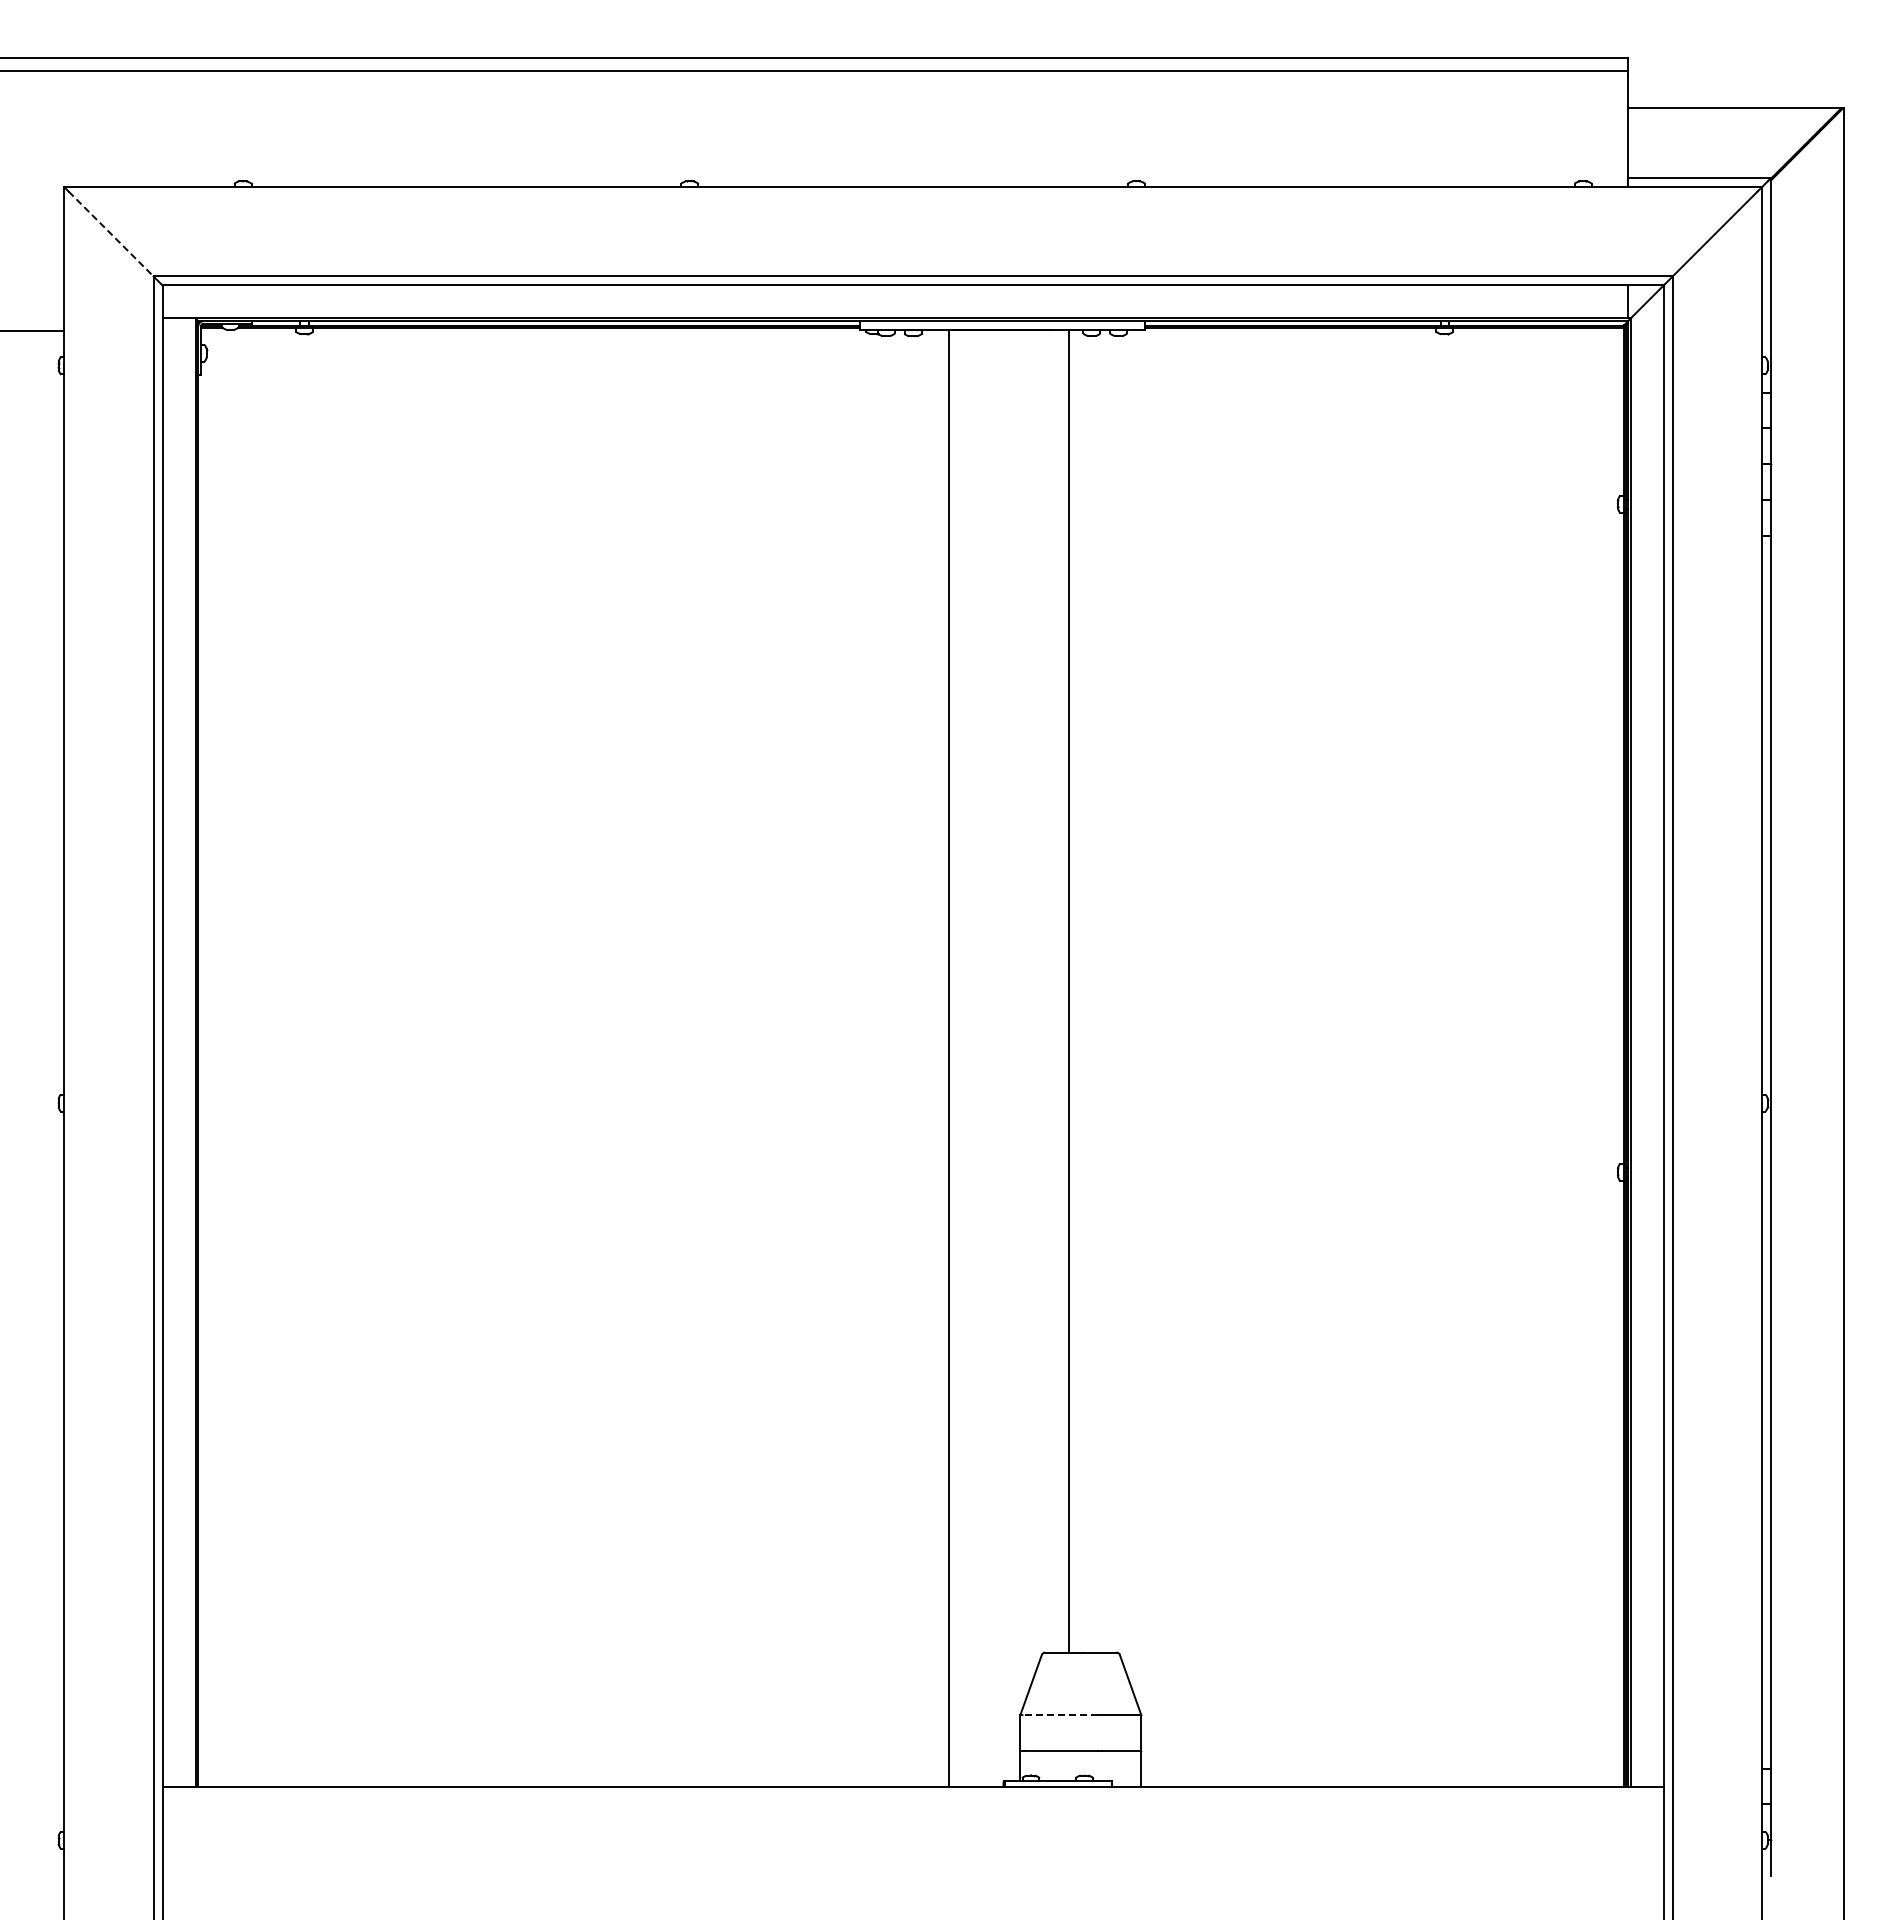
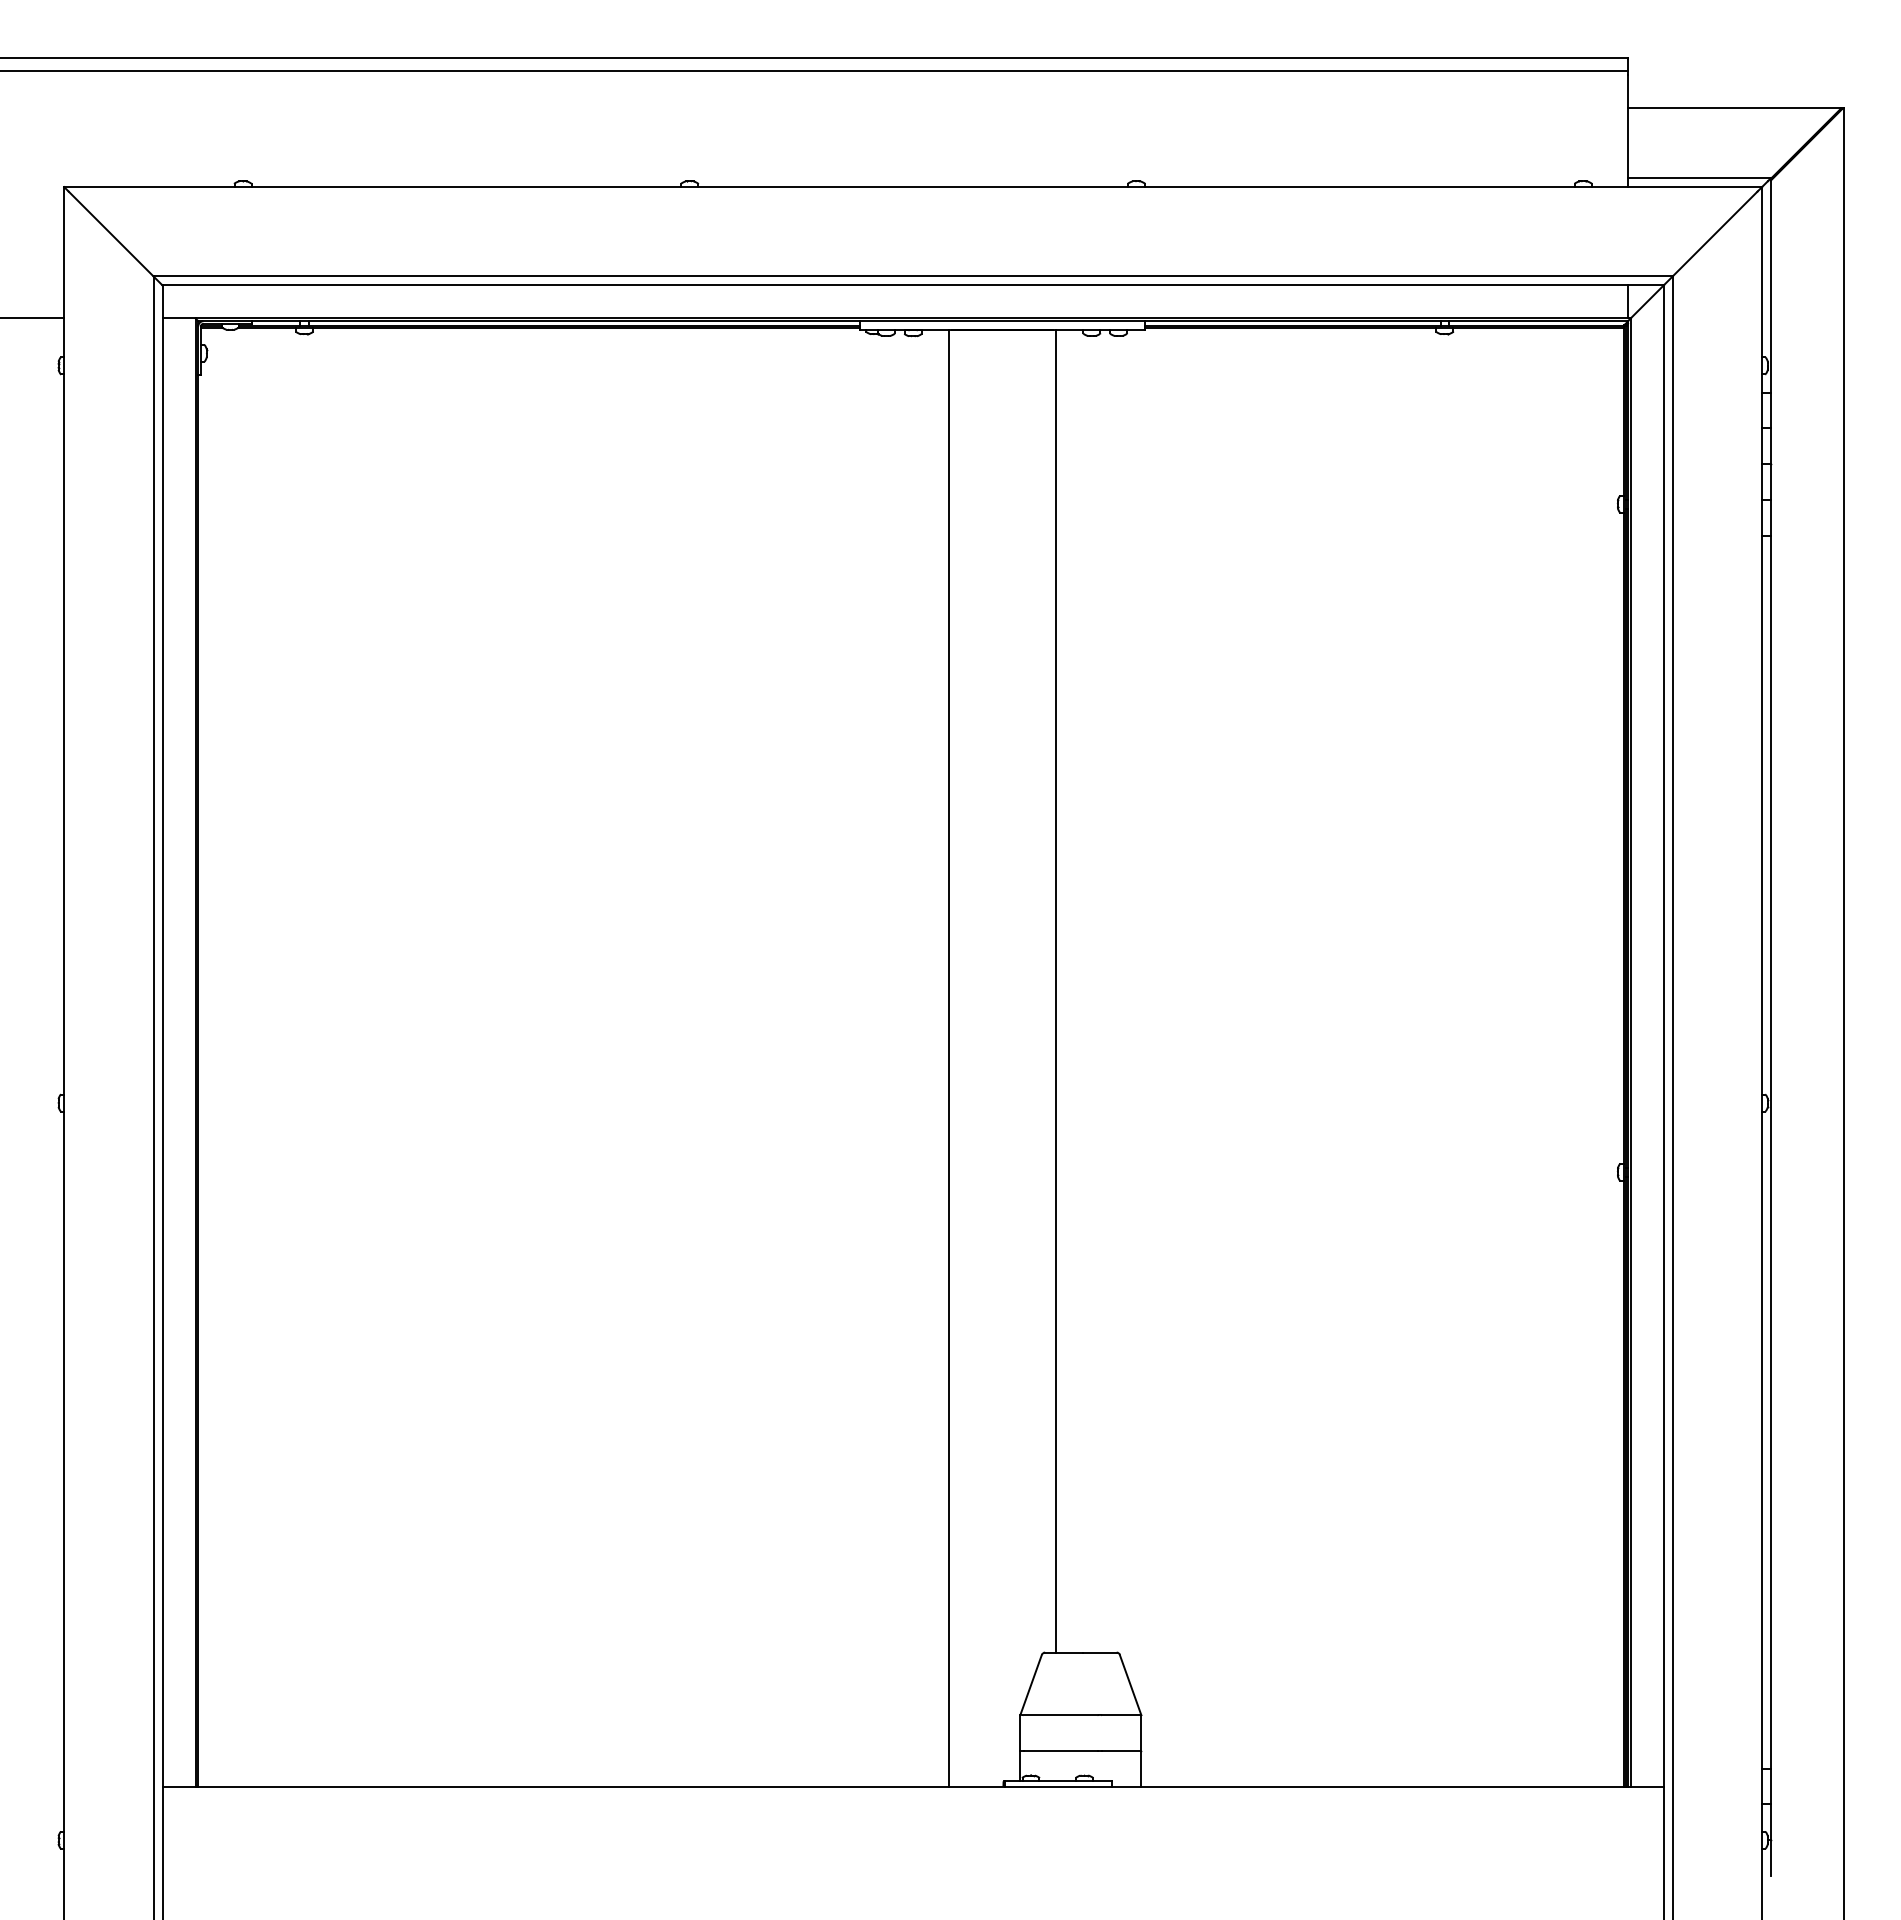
line at (111, 234): dashed -> solid
line at (33, 331) position: (33, 331) -> (33, 318)
line at (1069, 991) position: (1069, 991) -> (1056, 991)
line at (1060, 1715): dashed -> solid
